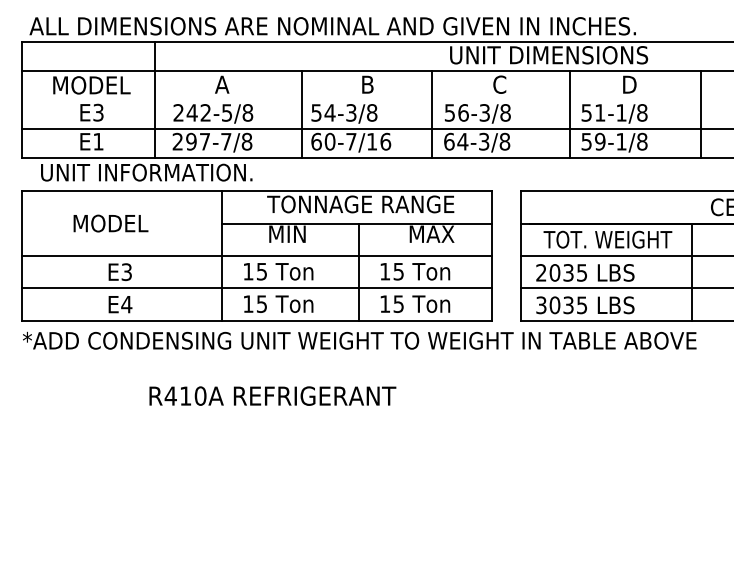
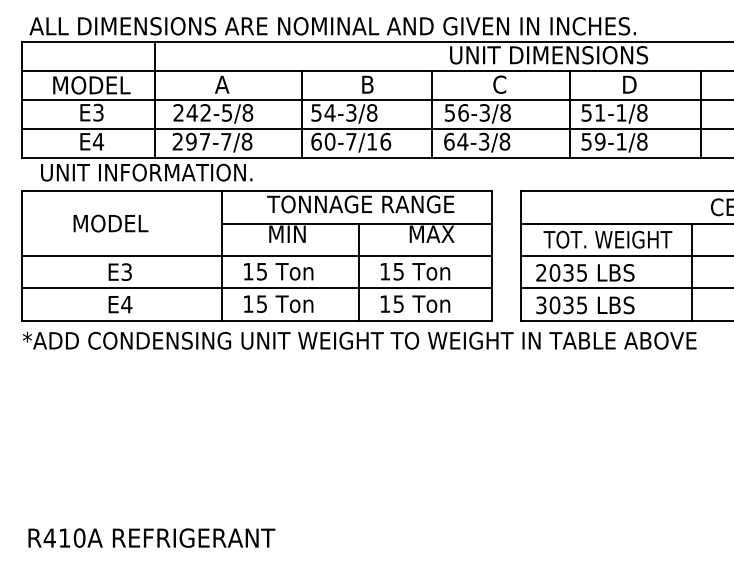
line at (376, 99): none -> present
text at (98, 141): E1 -> E4
text at (272, 395) position: (272, 395) -> (151, 537)
